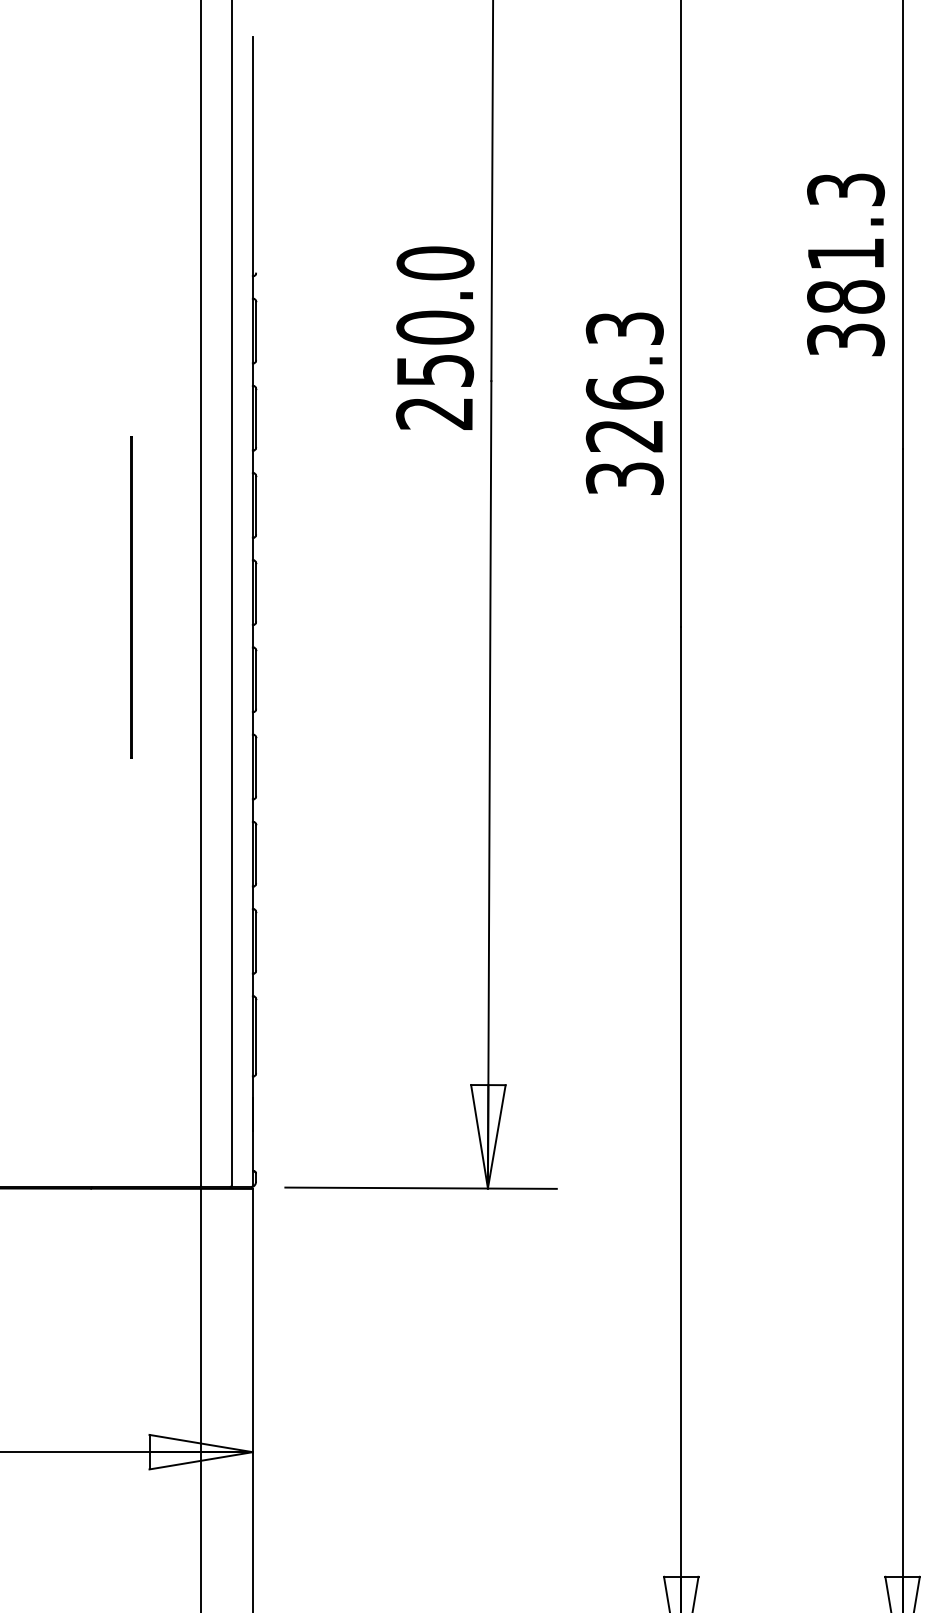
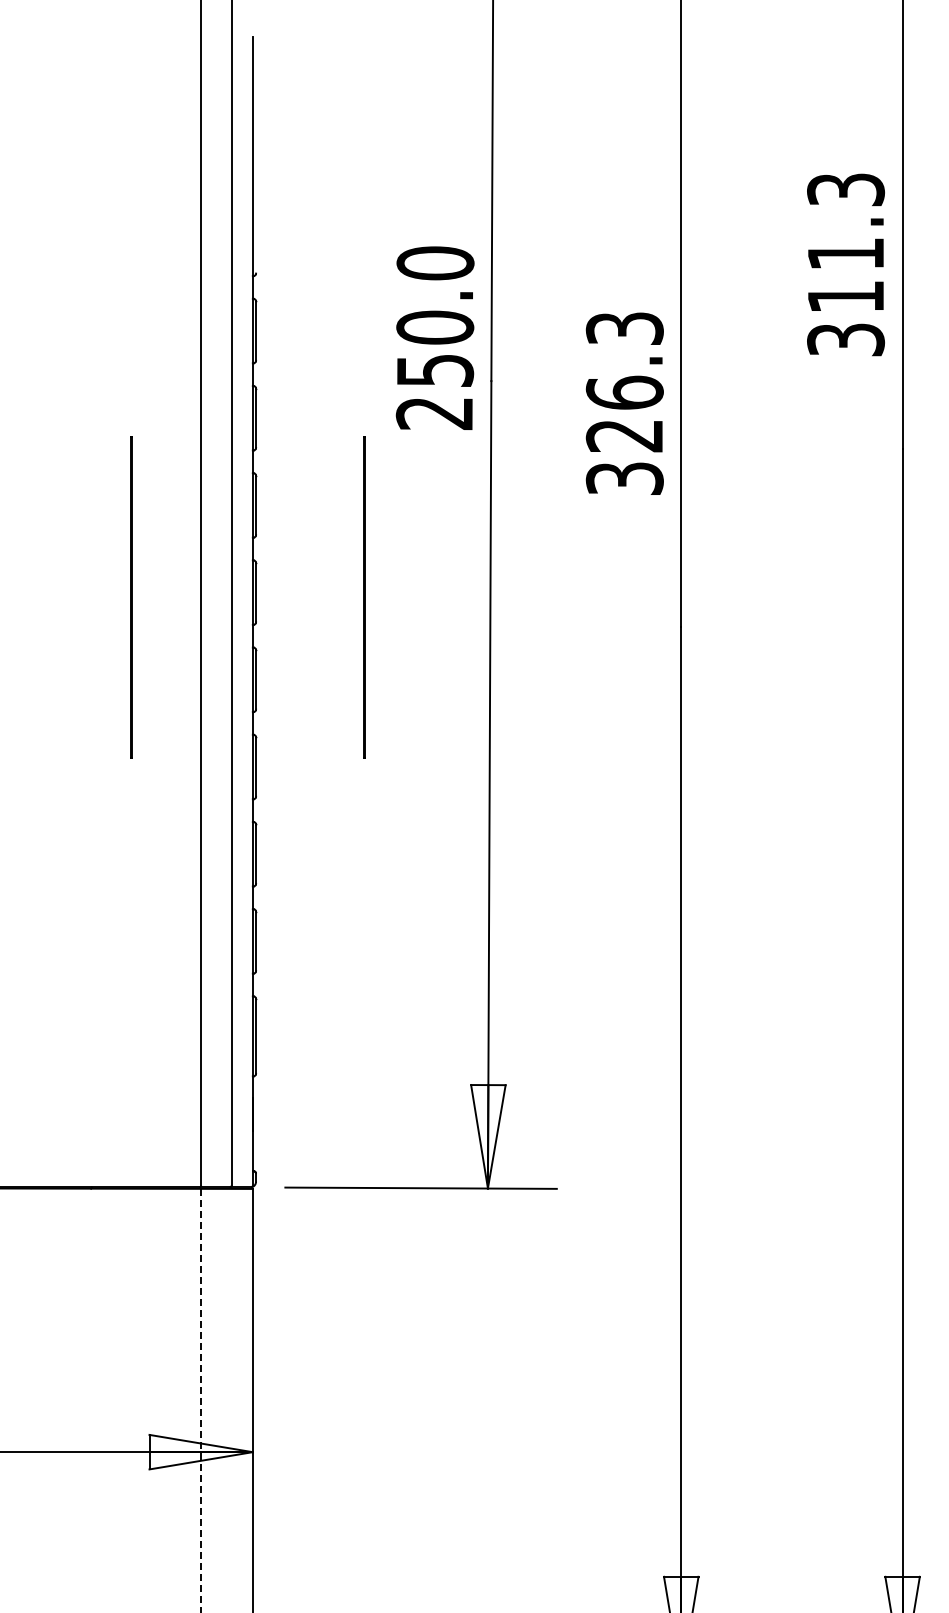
text at (846, 296): 381.3 -> 311.3
line at (364, 597): none -> present
line at (201, 1400): solid -> dashed
